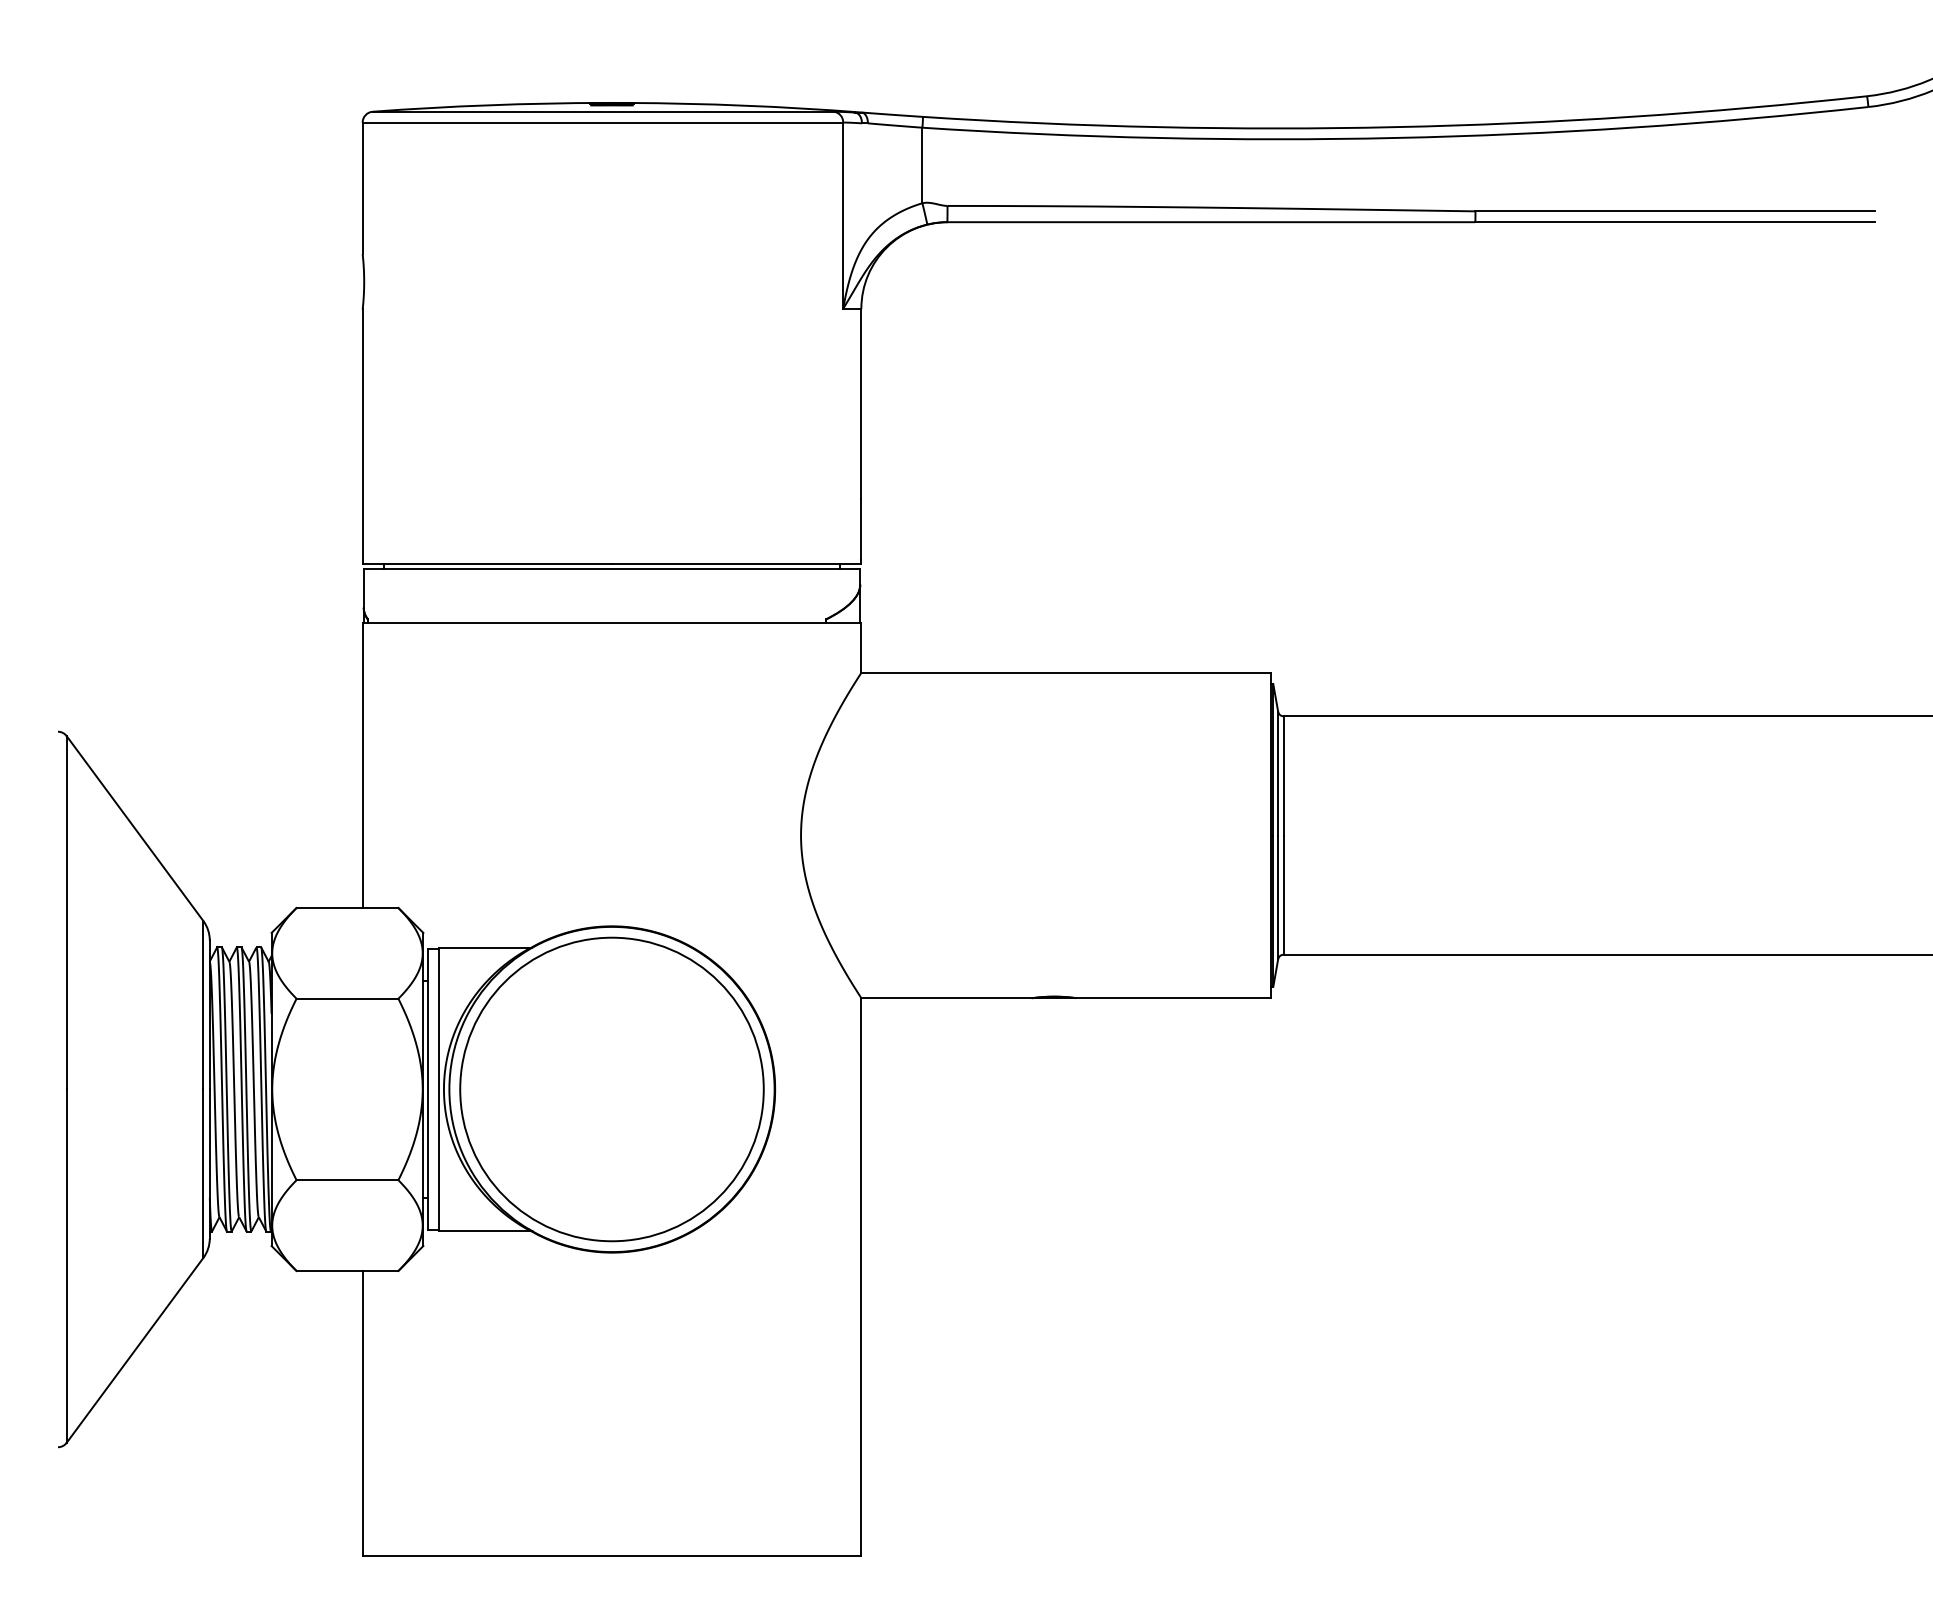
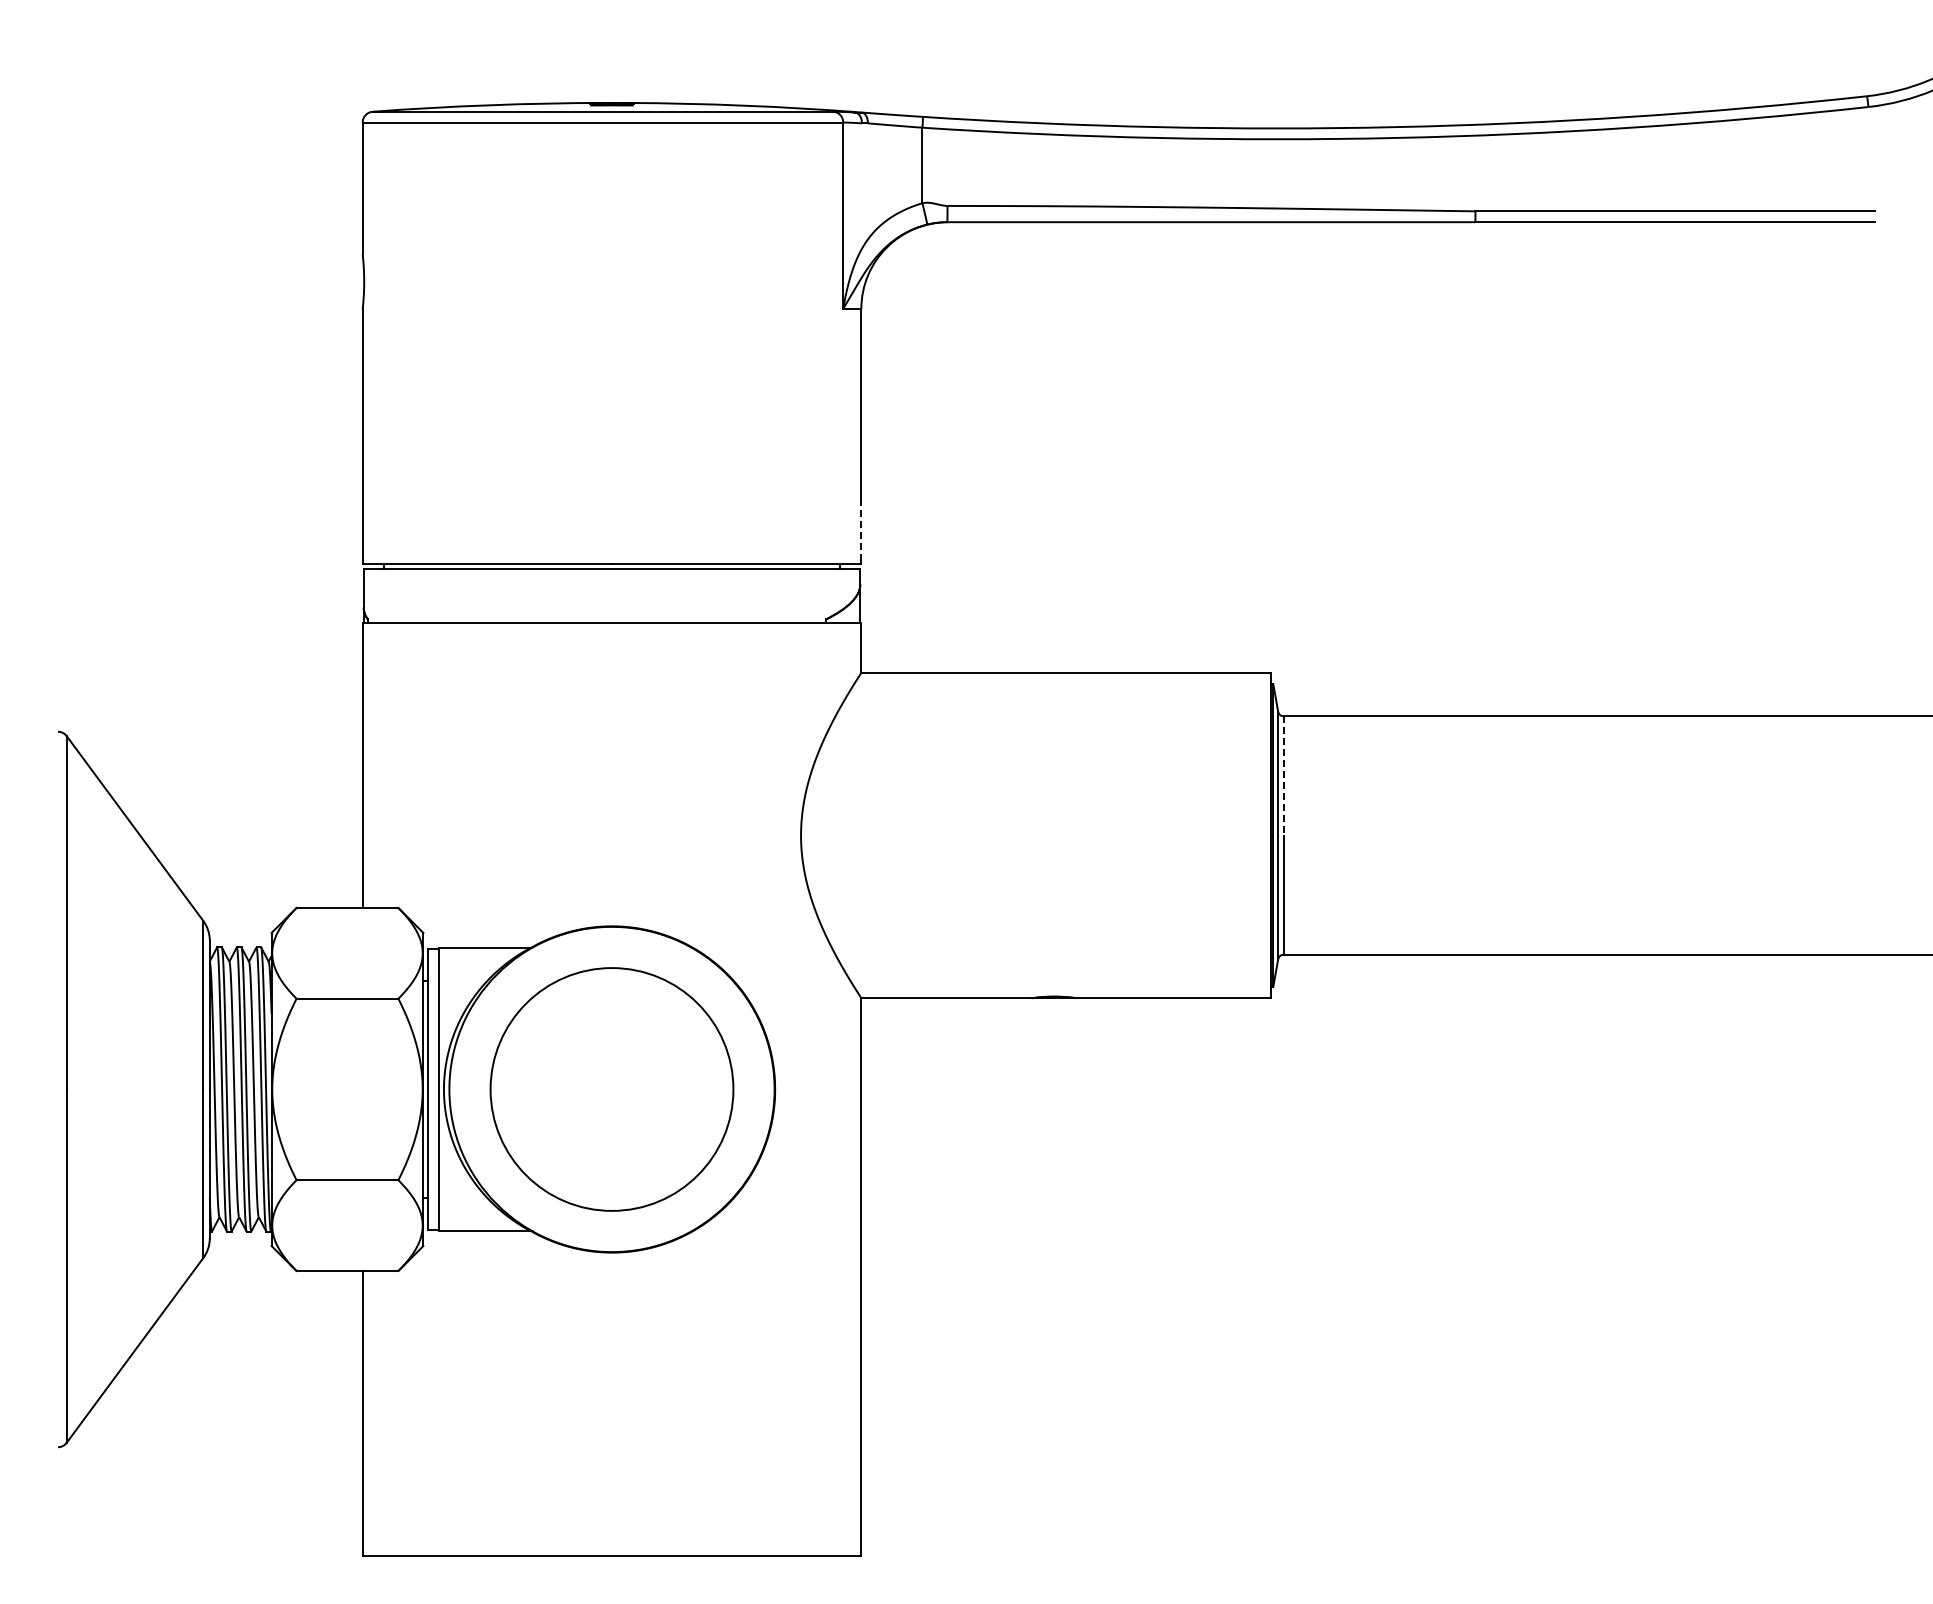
line at (861, 529): solid -> dashed
line at (1283, 775): solid -> dashed
circle at (611, 1089) diameter: 304 px -> 243 px
